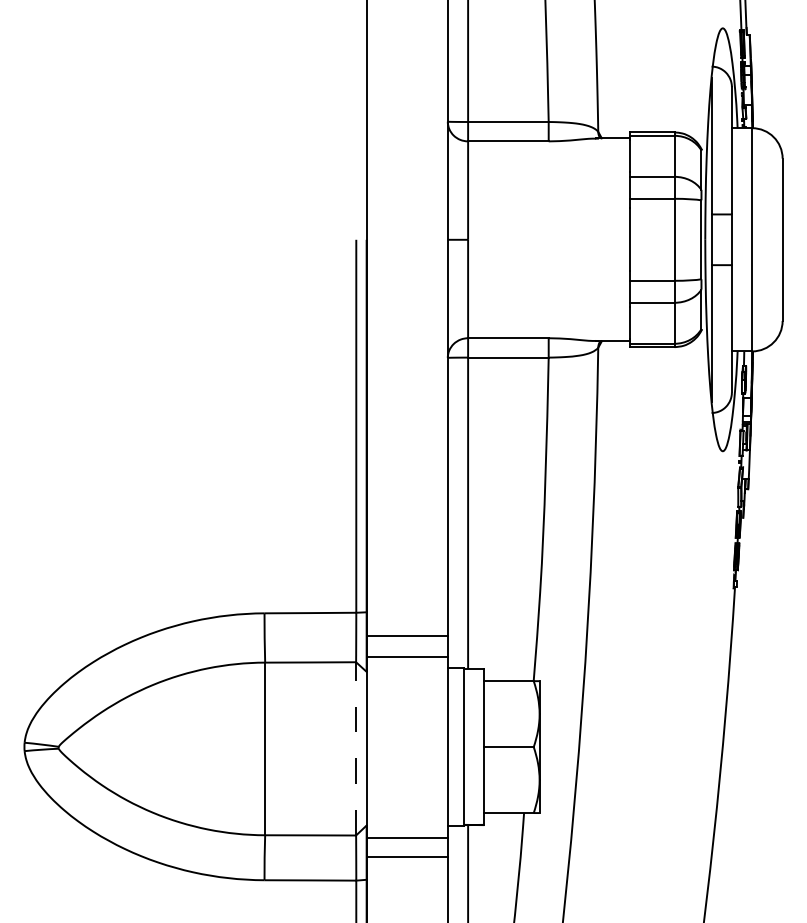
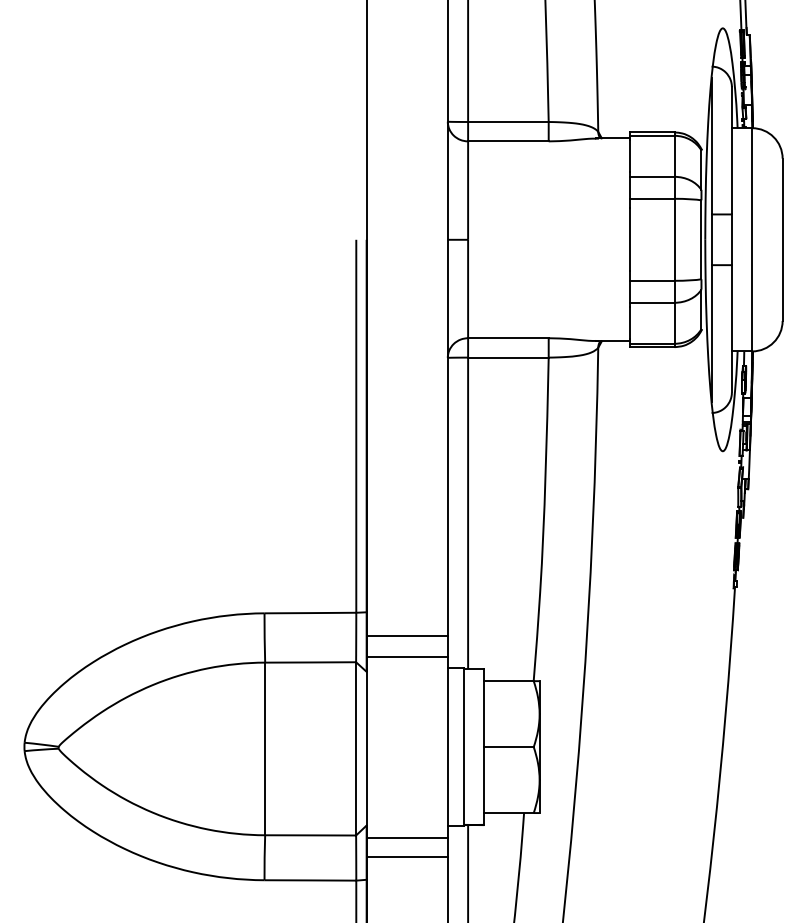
line at (356, 748): dashed -> solid
